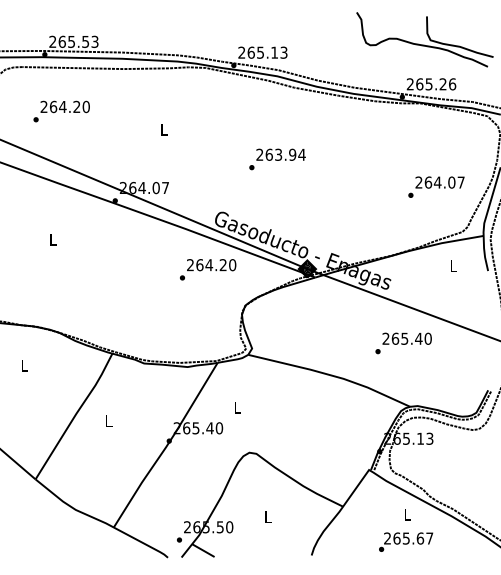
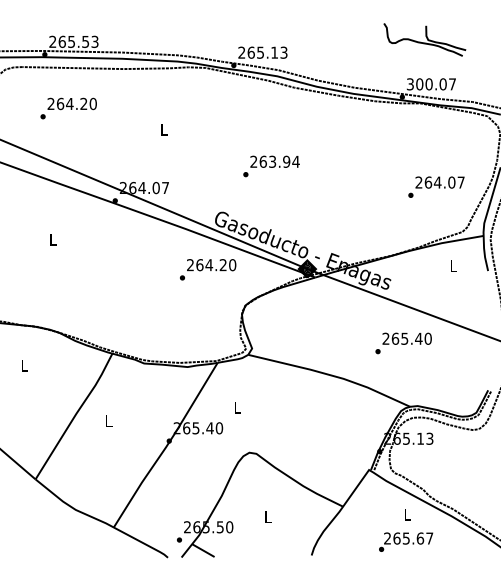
part at (424, 39) size: 138x56 px -> 84x34 px
text at (431, 84): 265.26 -> 300.07
text at (61, 111) position: (61, 111) -> (68, 108)
text at (277, 159) position: (277, 159) -> (271, 166)
